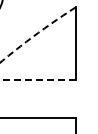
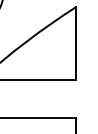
arc at (36, 33): dashed -> solid
line at (37, 80): dashed -> solid
